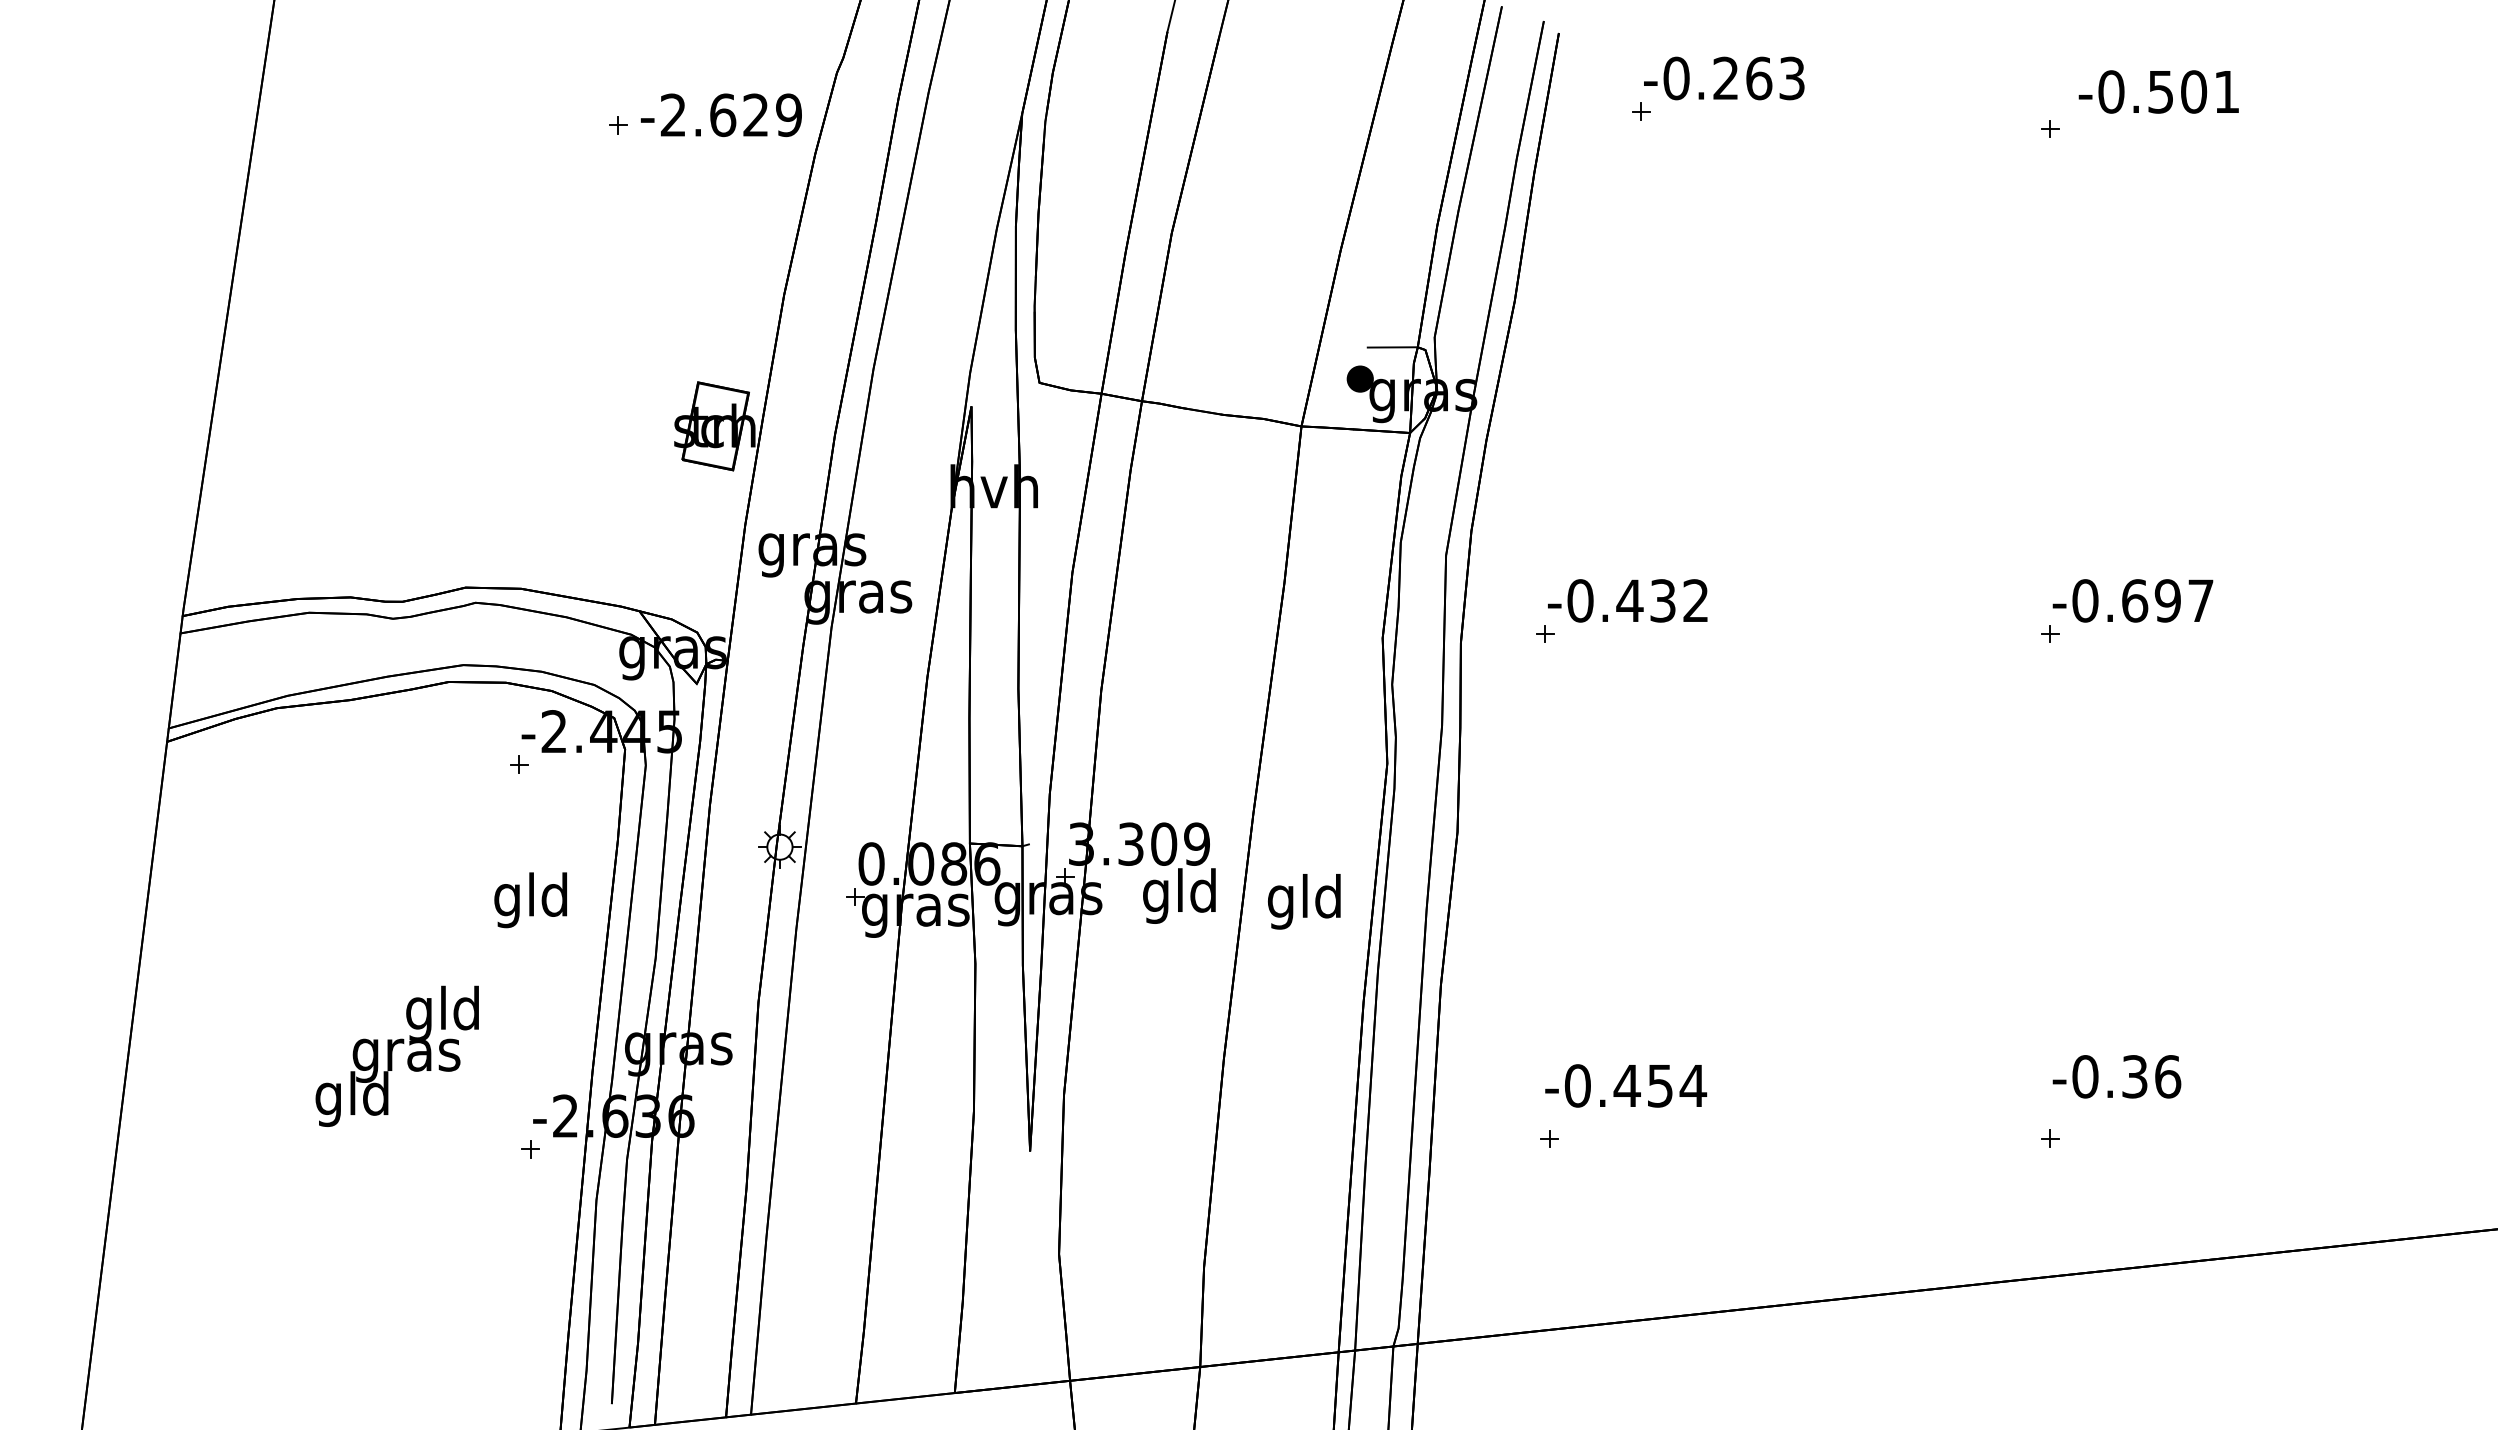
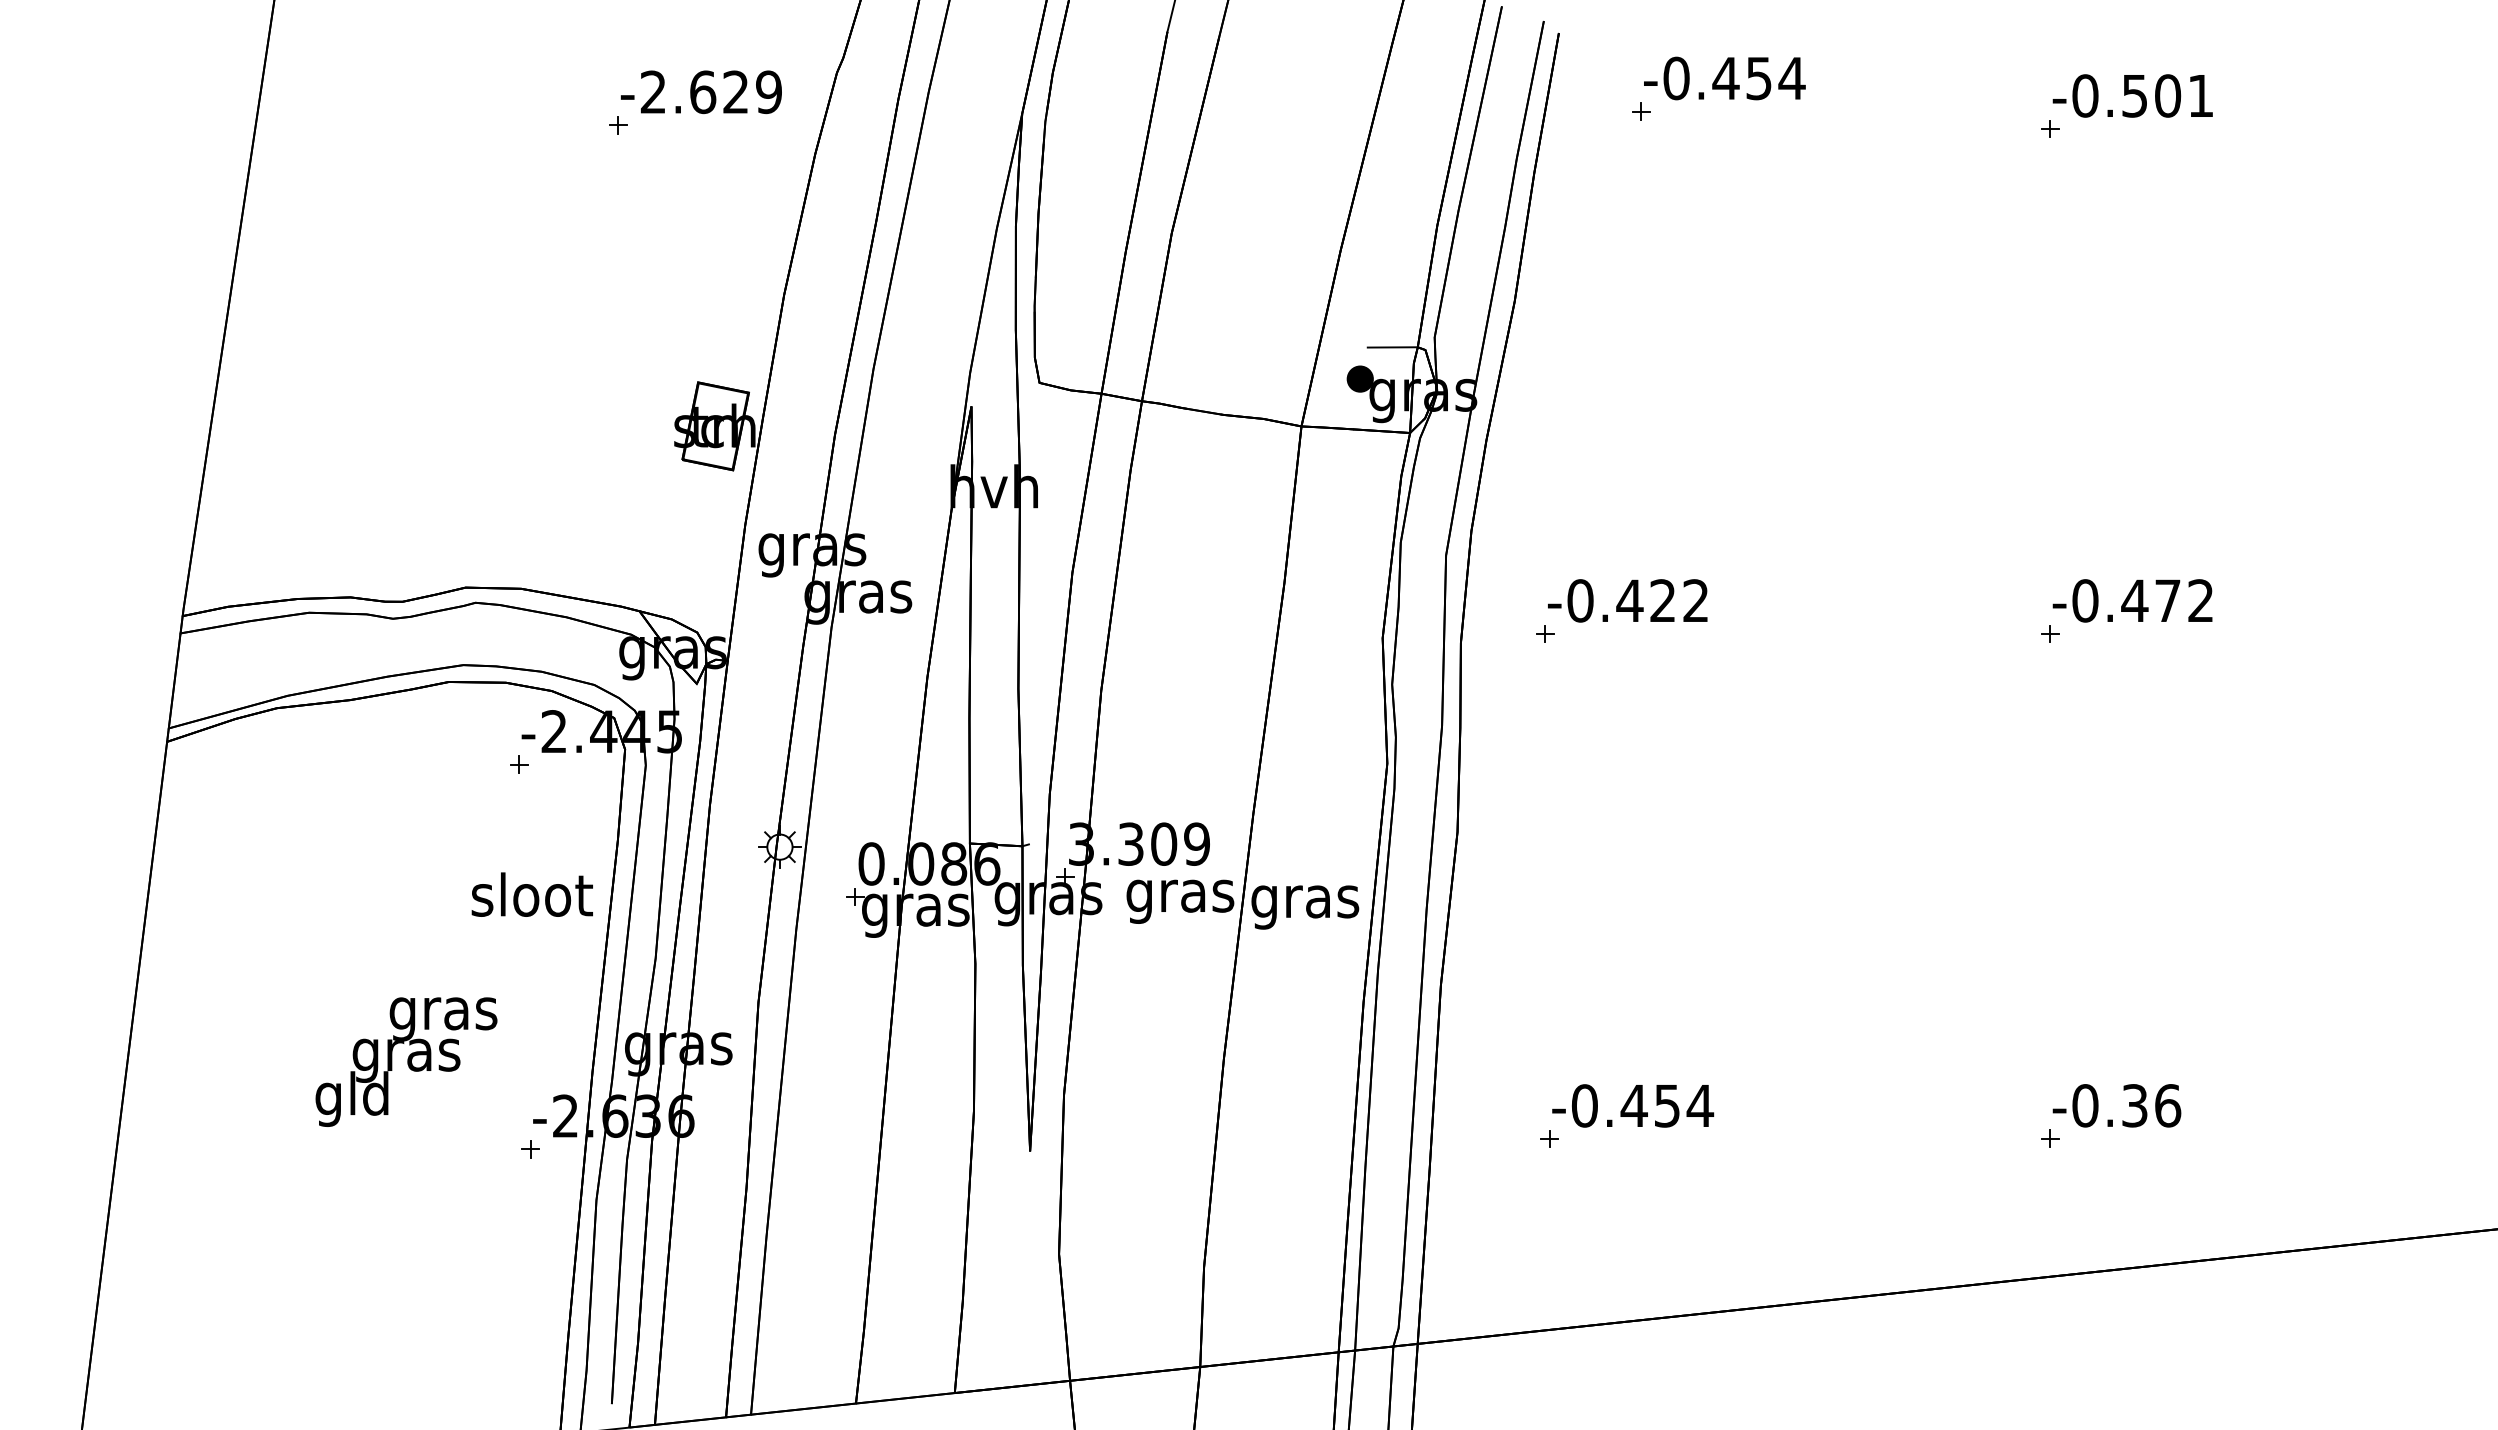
text at (1758, 78): -0.263 -> -0.454
text at (2158, 91) position: (2158, 91) -> (2132, 95)
text at (720, 115) position: (720, 115) -> (700, 92)
text at (1662, 600): -0.432 -> -0.422
text at (2167, 600): -0.697 -> -0.472
text at (1180, 895): gld -> gras
text at (531, 900): gld -> sloot
text at (1305, 901): gld -> gras
text at (443, 1013): gld -> gras
text at (2116, 1076) position: (2116, 1076) -> (2116, 1105)
text at (1626, 1085) position: (1626, 1085) -> (1633, 1105)
